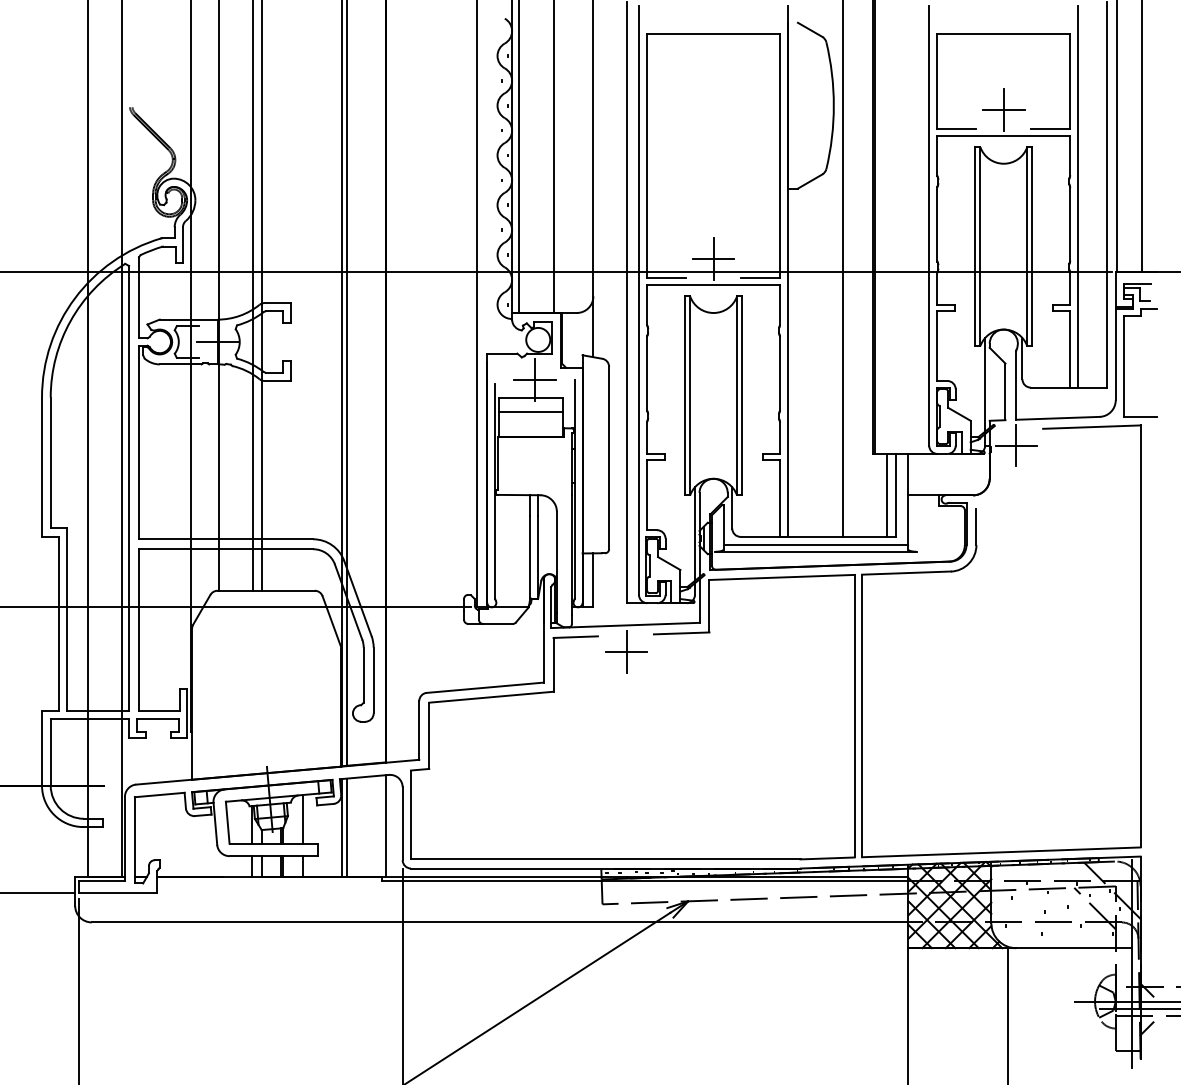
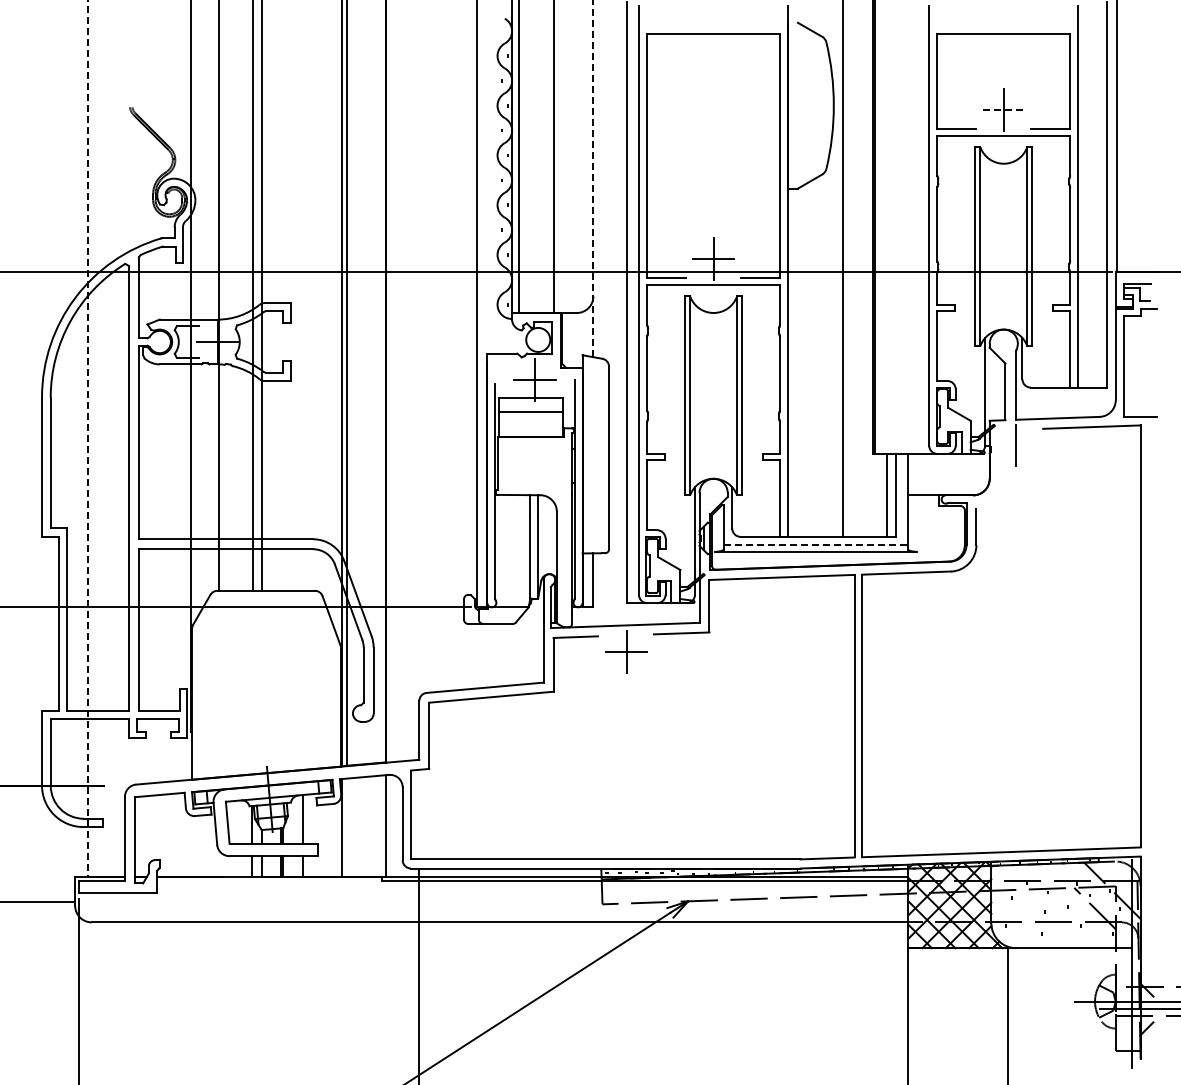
line at (1003, 109): solid -> dashed
line at (1142, 136): present -> none
line at (593, 178): solid -> dashed
line at (87, 438): solid -> dashed
line at (121, 439): present -> none
line at (1015, 445): present -> none
line at (816, 545): solid -> dashed
line at (347, 827): present -> none
line at (37, 893) position: (37, 893) -> (37, 902)
line at (402, 974) position: (402, 974) -> (418, 974)
